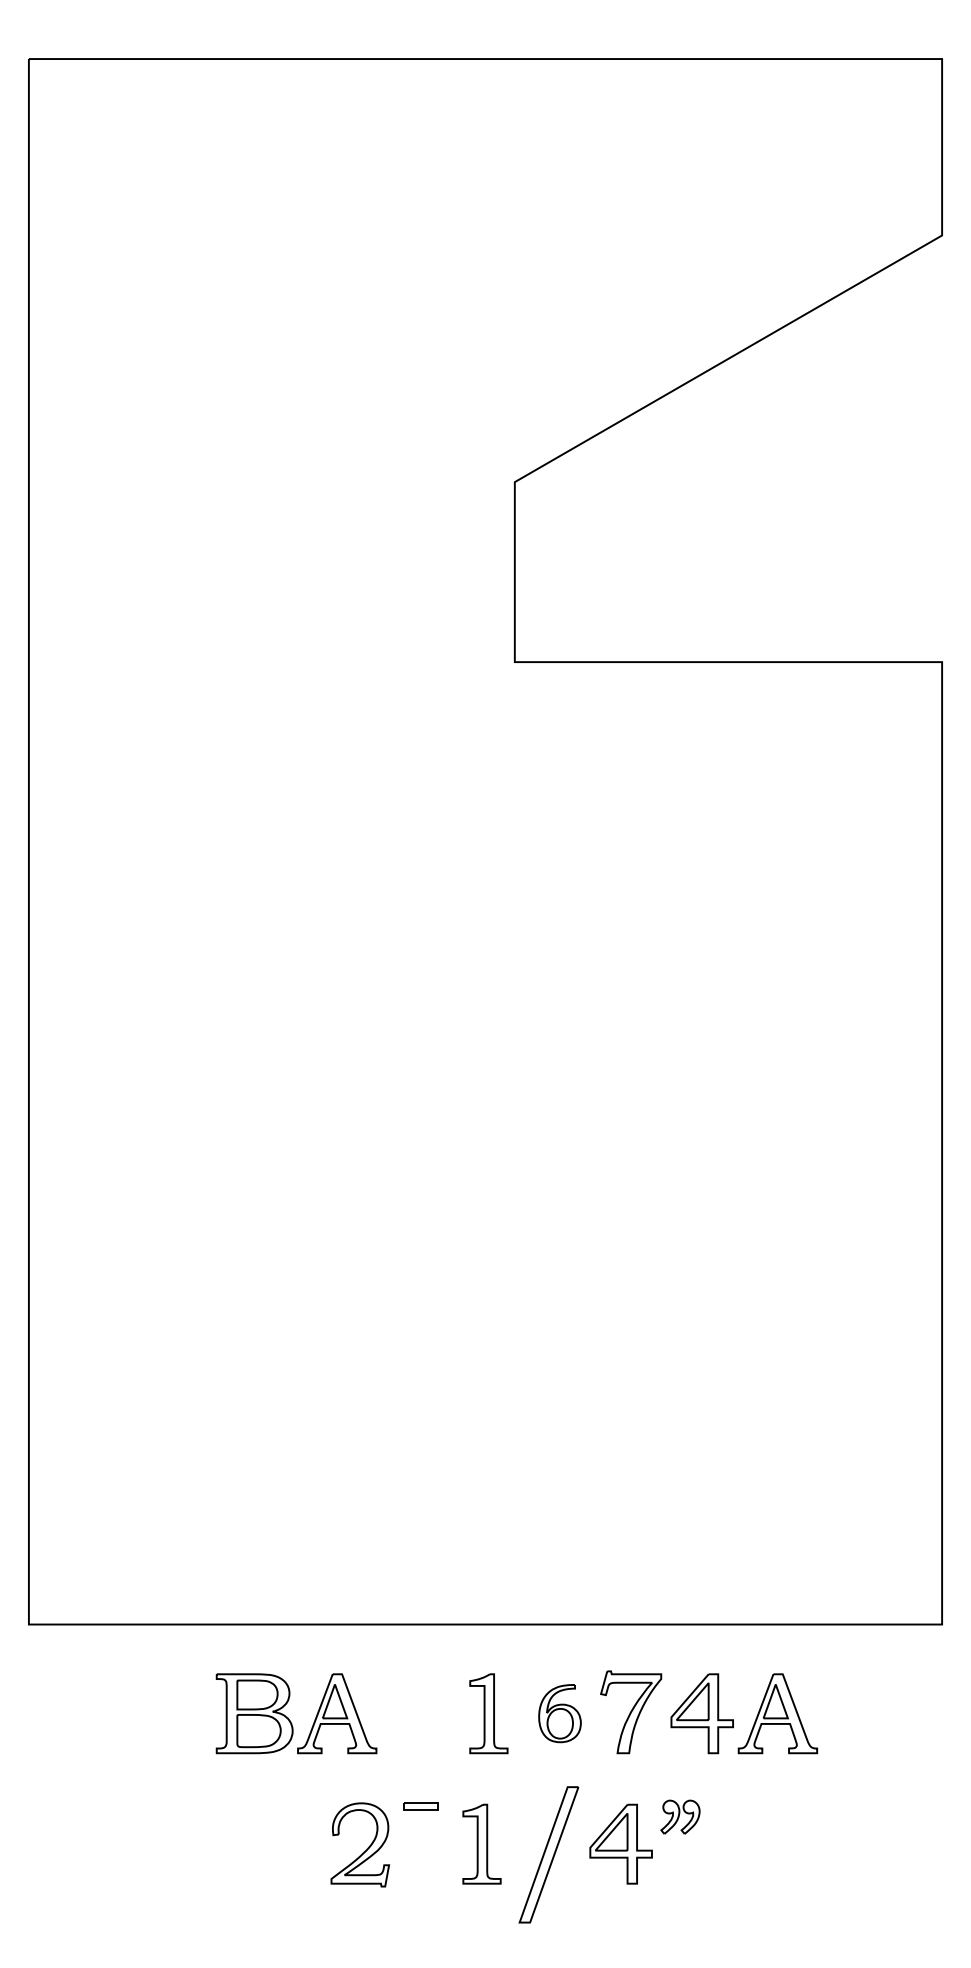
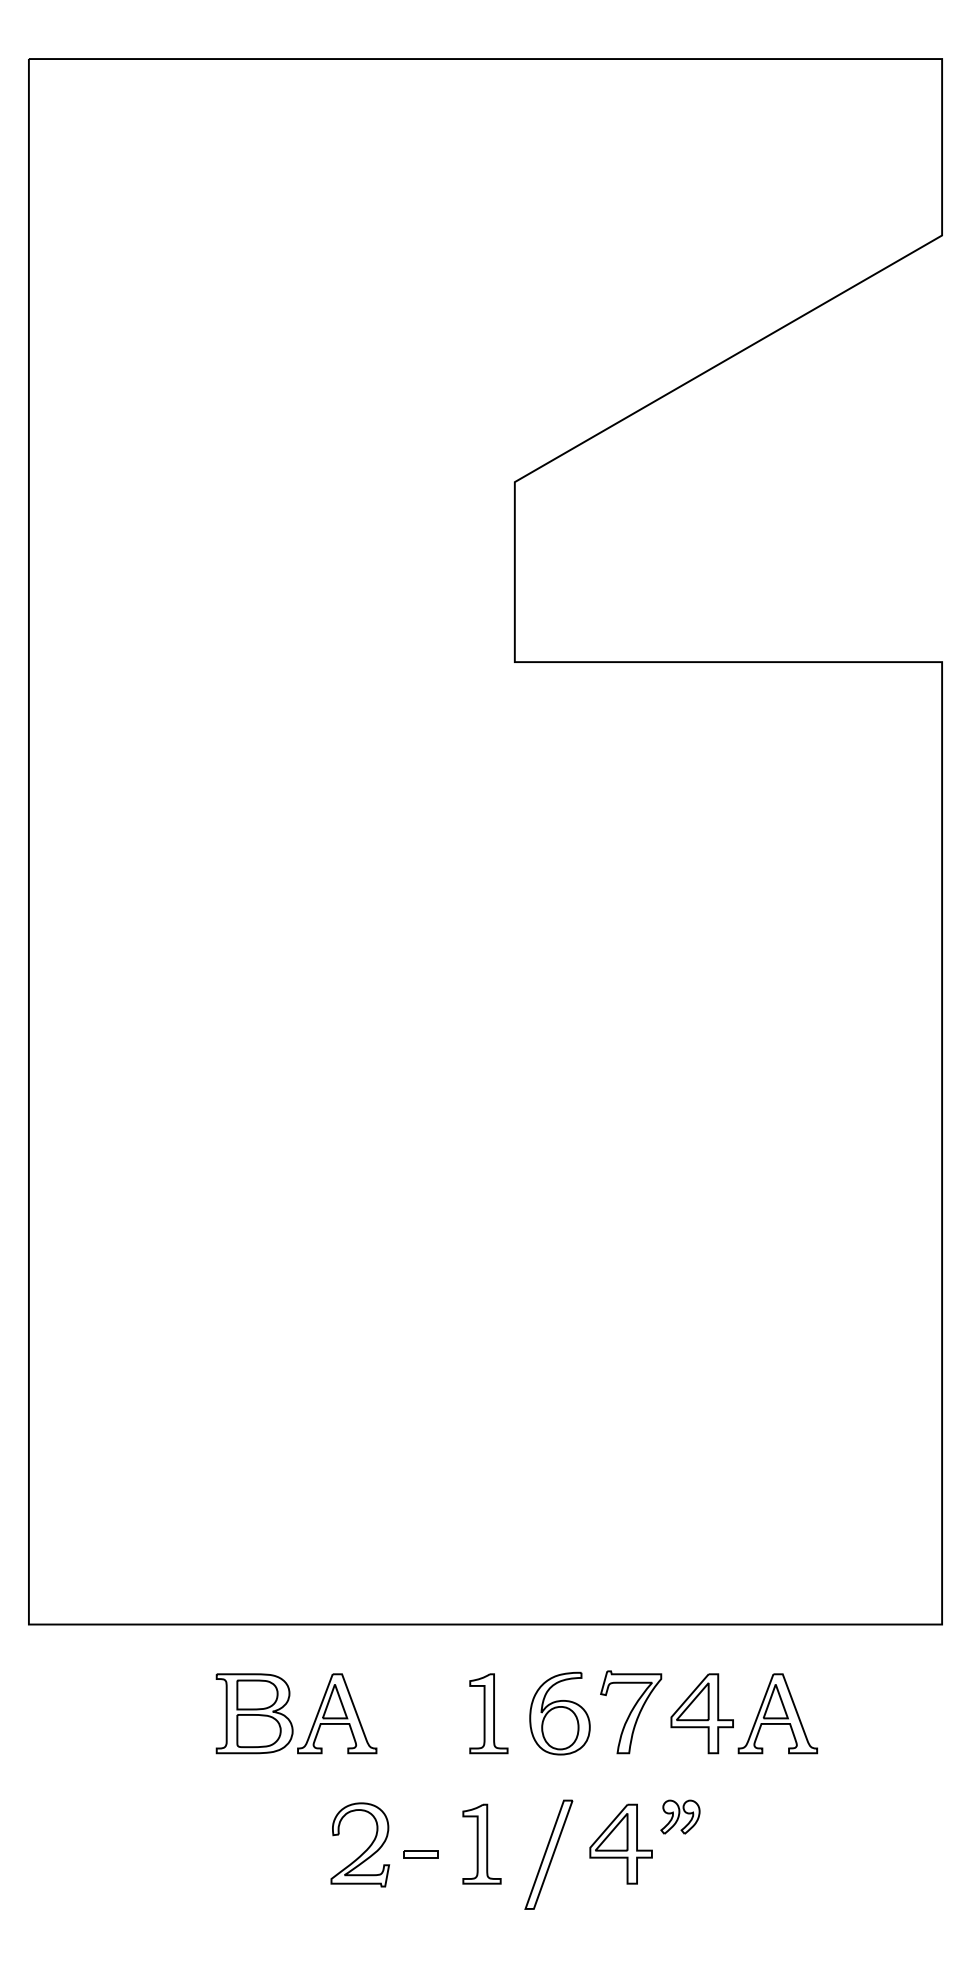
part at (559, 1713) size: 44x60 px -> 62x85 px
part at (420, 1806) position: (420, 1806) -> (420, 1854)
part at (548, 1854) size: 62x138 px -> 50x111 px
